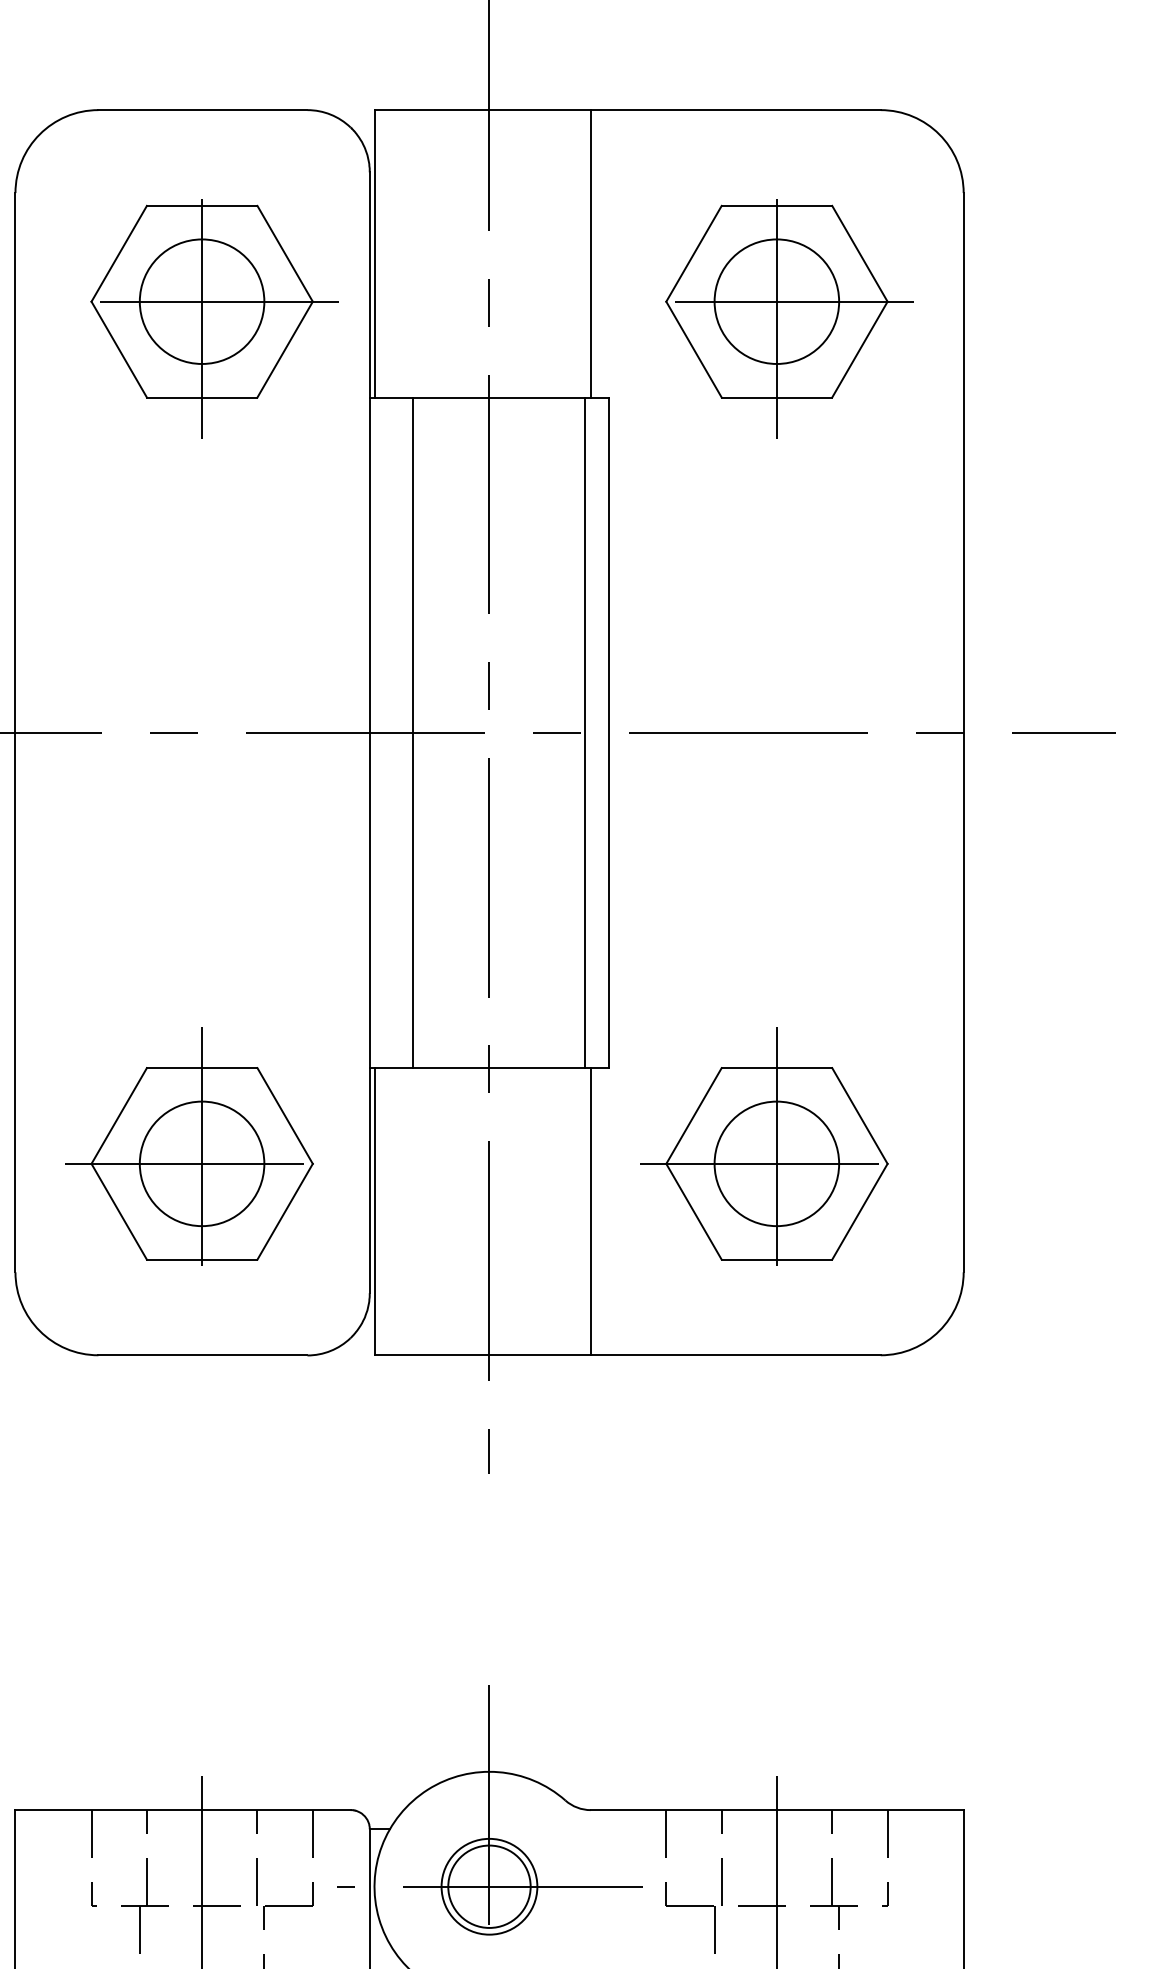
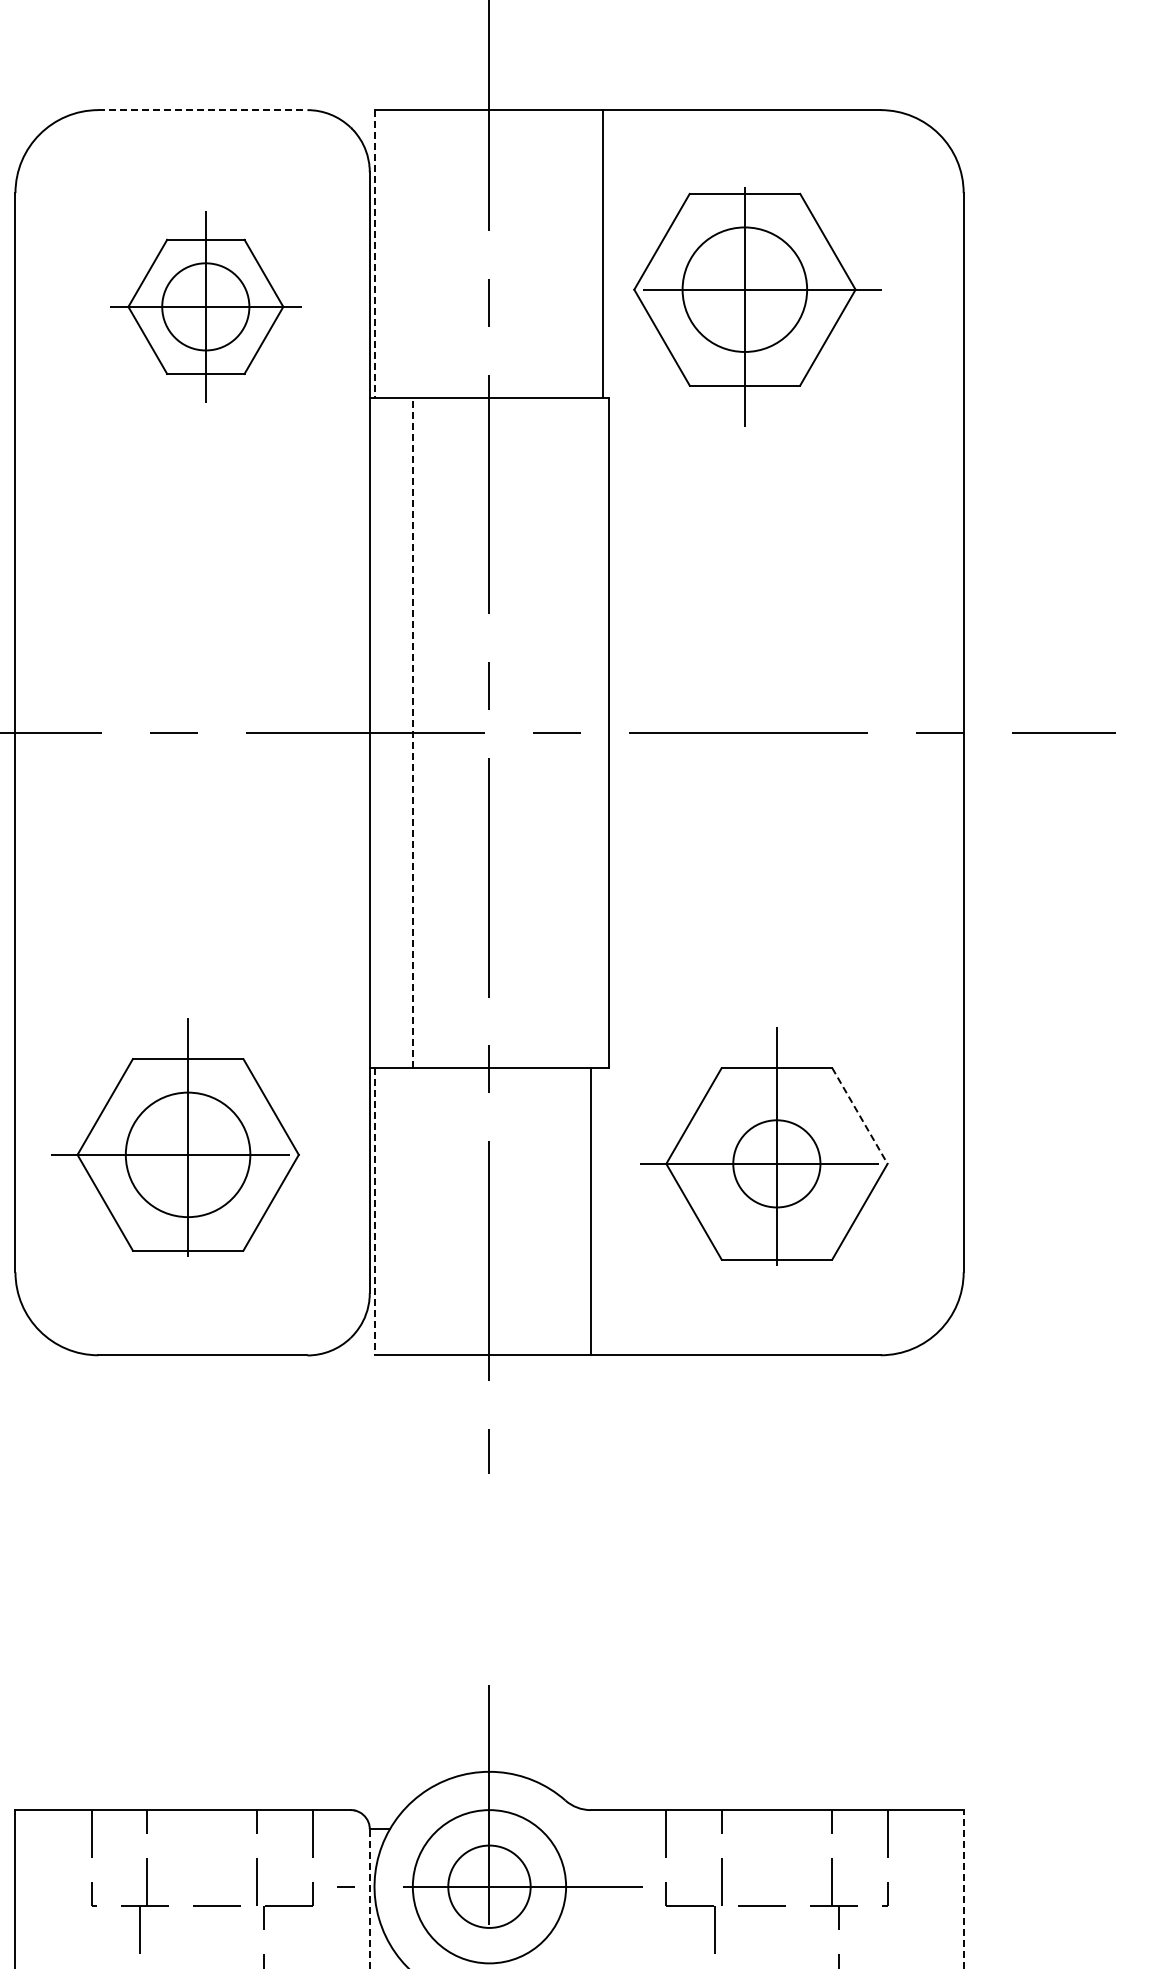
line at (202, 110): solid -> dashed
line at (374, 253): solid -> dashed
line at (590, 253) position: (590, 253) -> (602, 253)
part at (214, 318) size: 249x240 px -> 181x174 px
part at (789, 318) position: (789, 318) -> (757, 306)
line at (412, 732): solid -> dashed
line at (585, 732): present -> none
line at (860, 1116): solid -> dashed
part at (189, 1146) position: (189, 1146) -> (175, 1137)
circle at (776, 1163) diameter: 125 px -> 87 px
line at (374, 1211): solid -> dashed
line at (202, 1870): present -> none
line at (776, 1870): present -> none
circle at (489, 1886) diameter: 96 px -> 153 px
line at (963, 1888): solid -> dashed
line at (369, 1899): solid -> dashed
